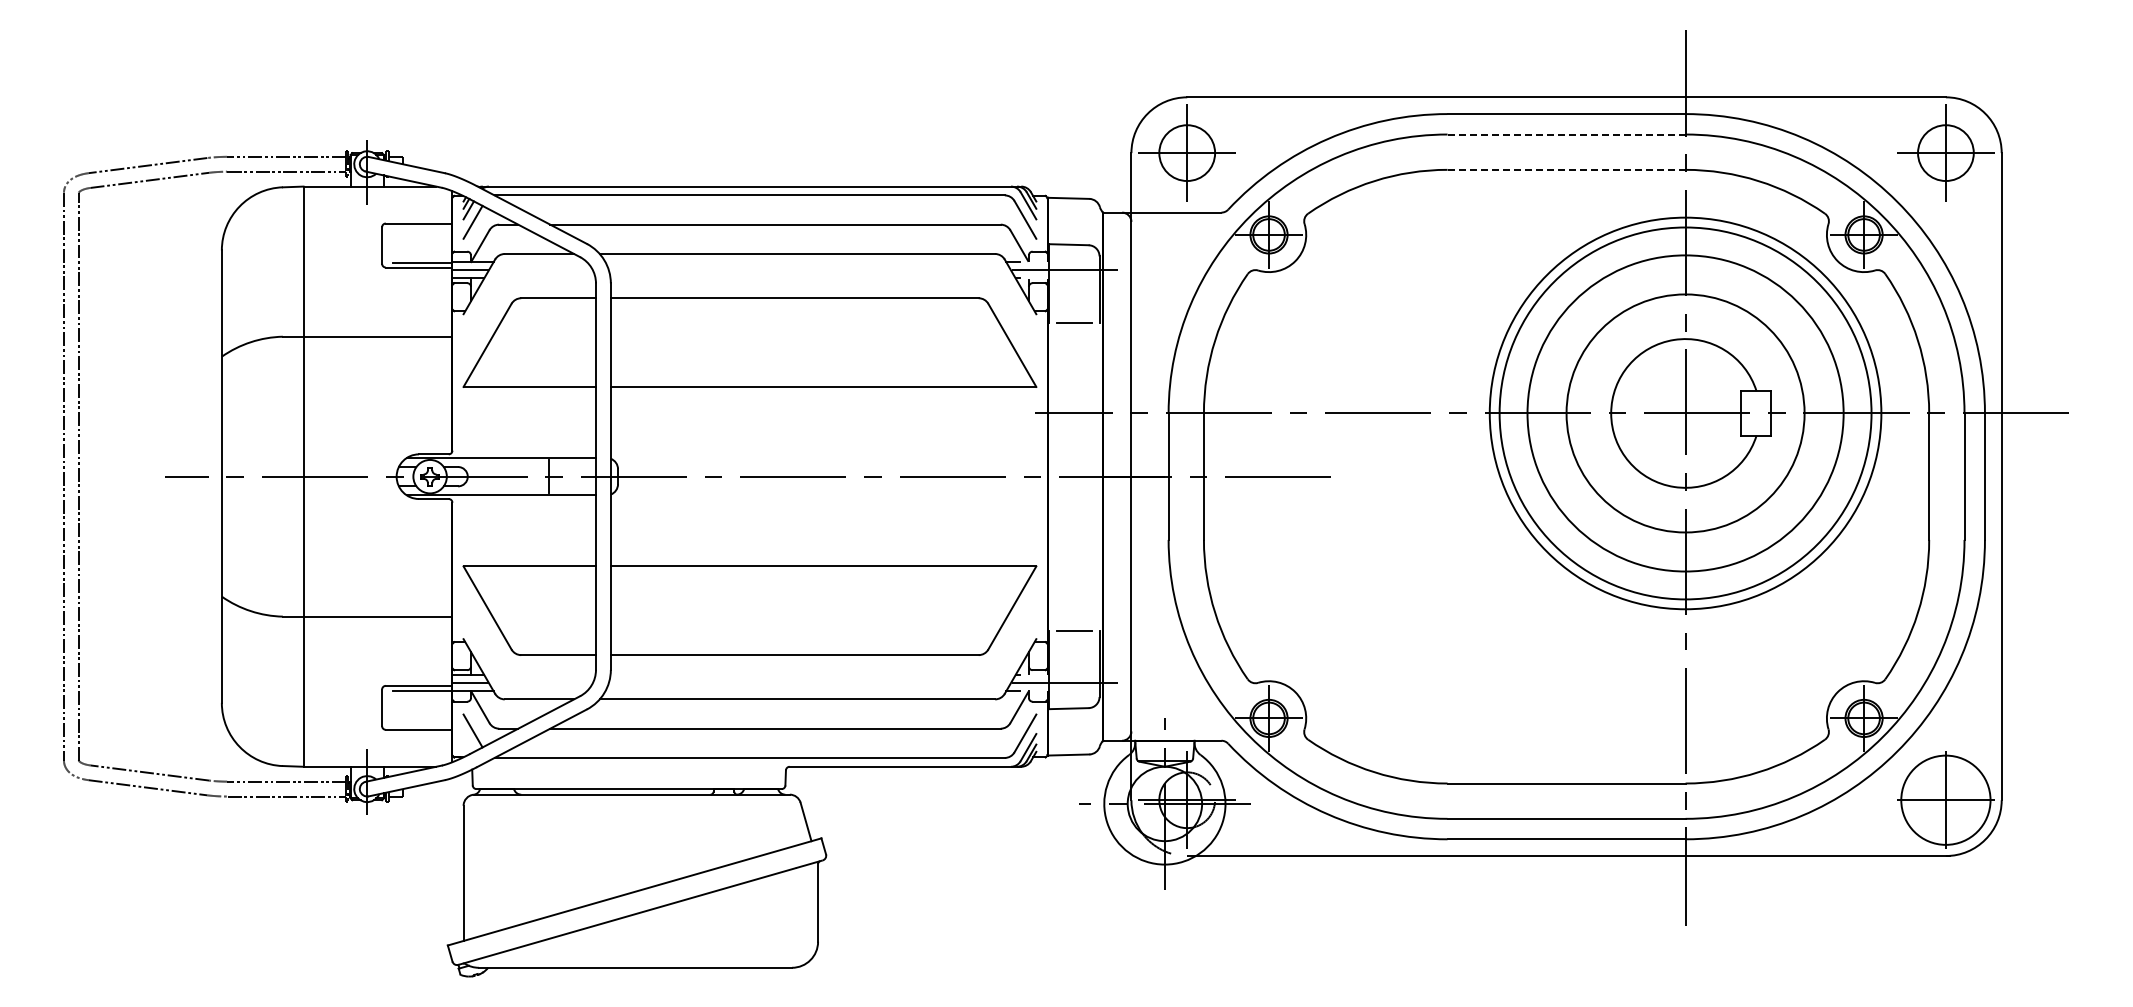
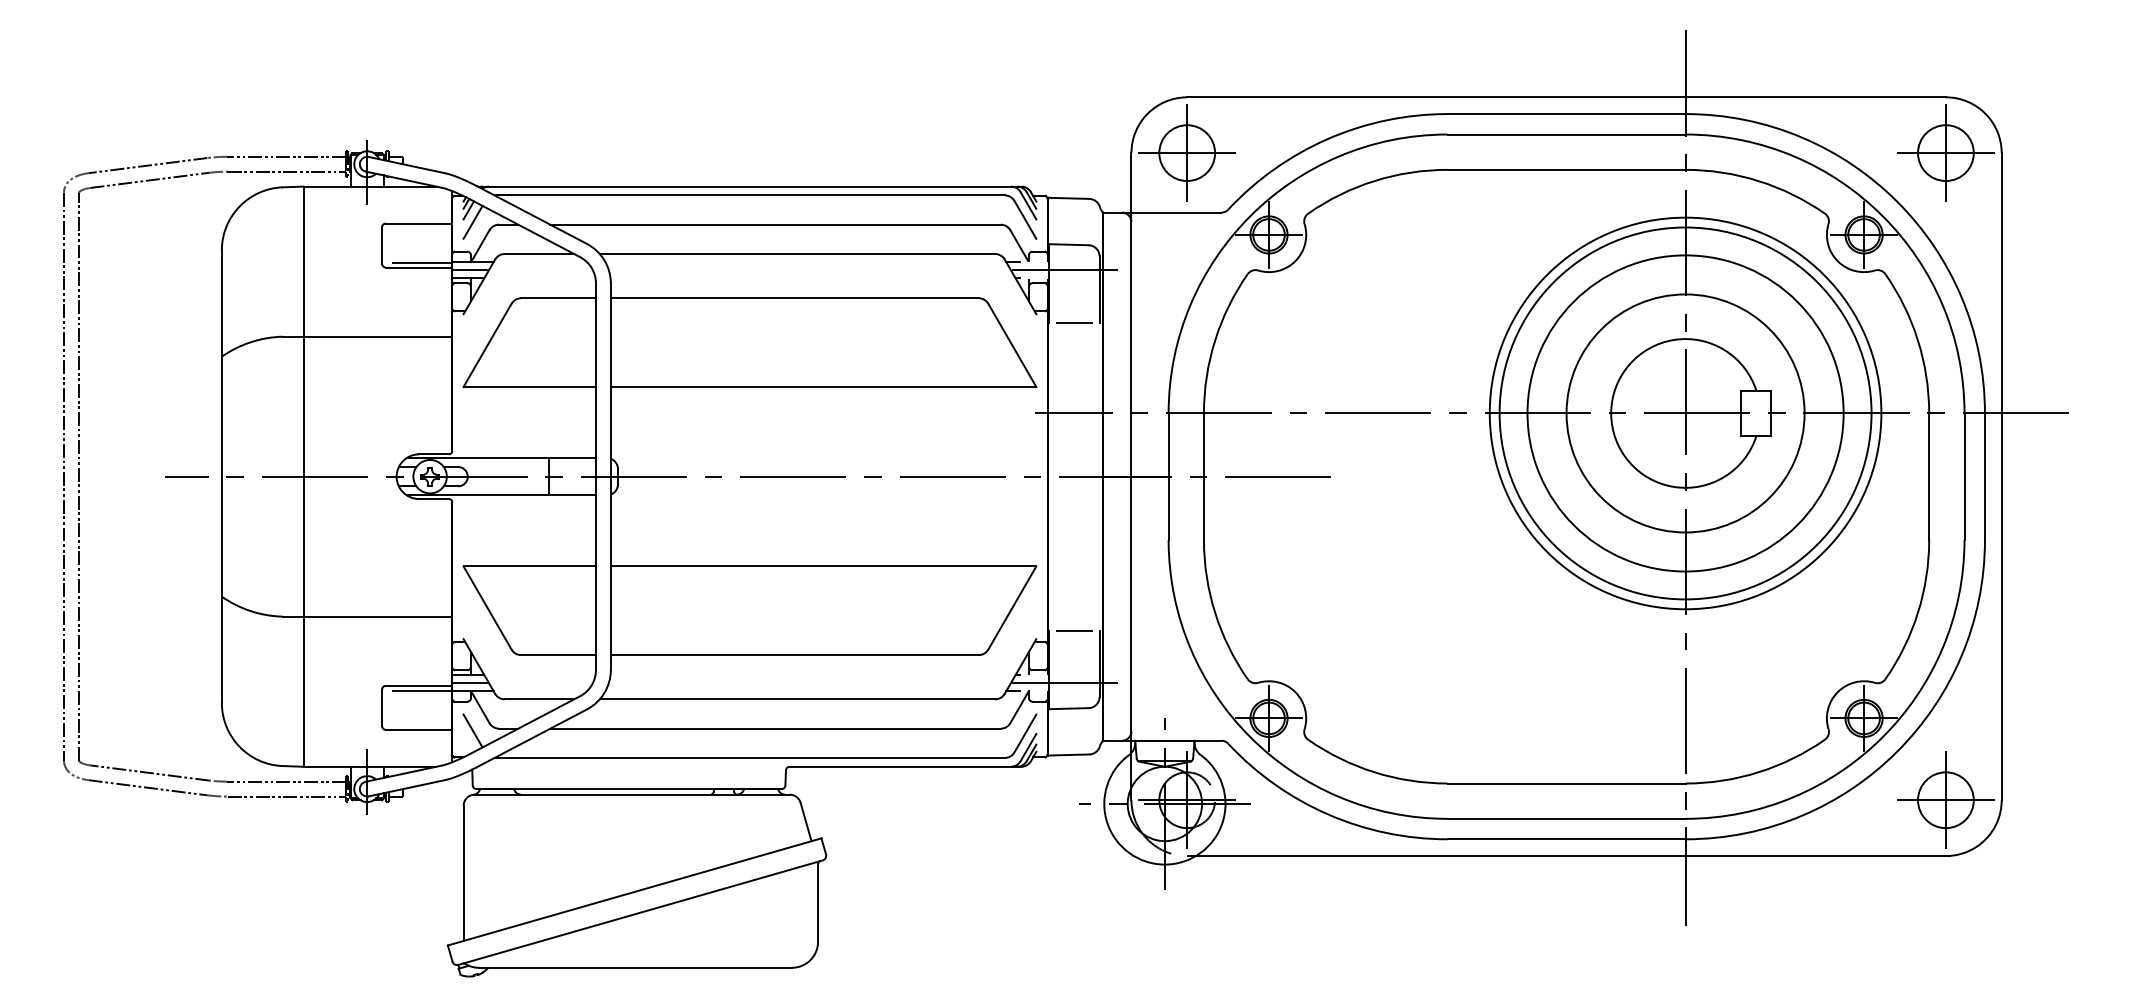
line at (1567, 134): dashed -> solid
line at (1567, 169): dashed -> solid
circle at (1945, 799) diameter: 89 px -> 56 px
